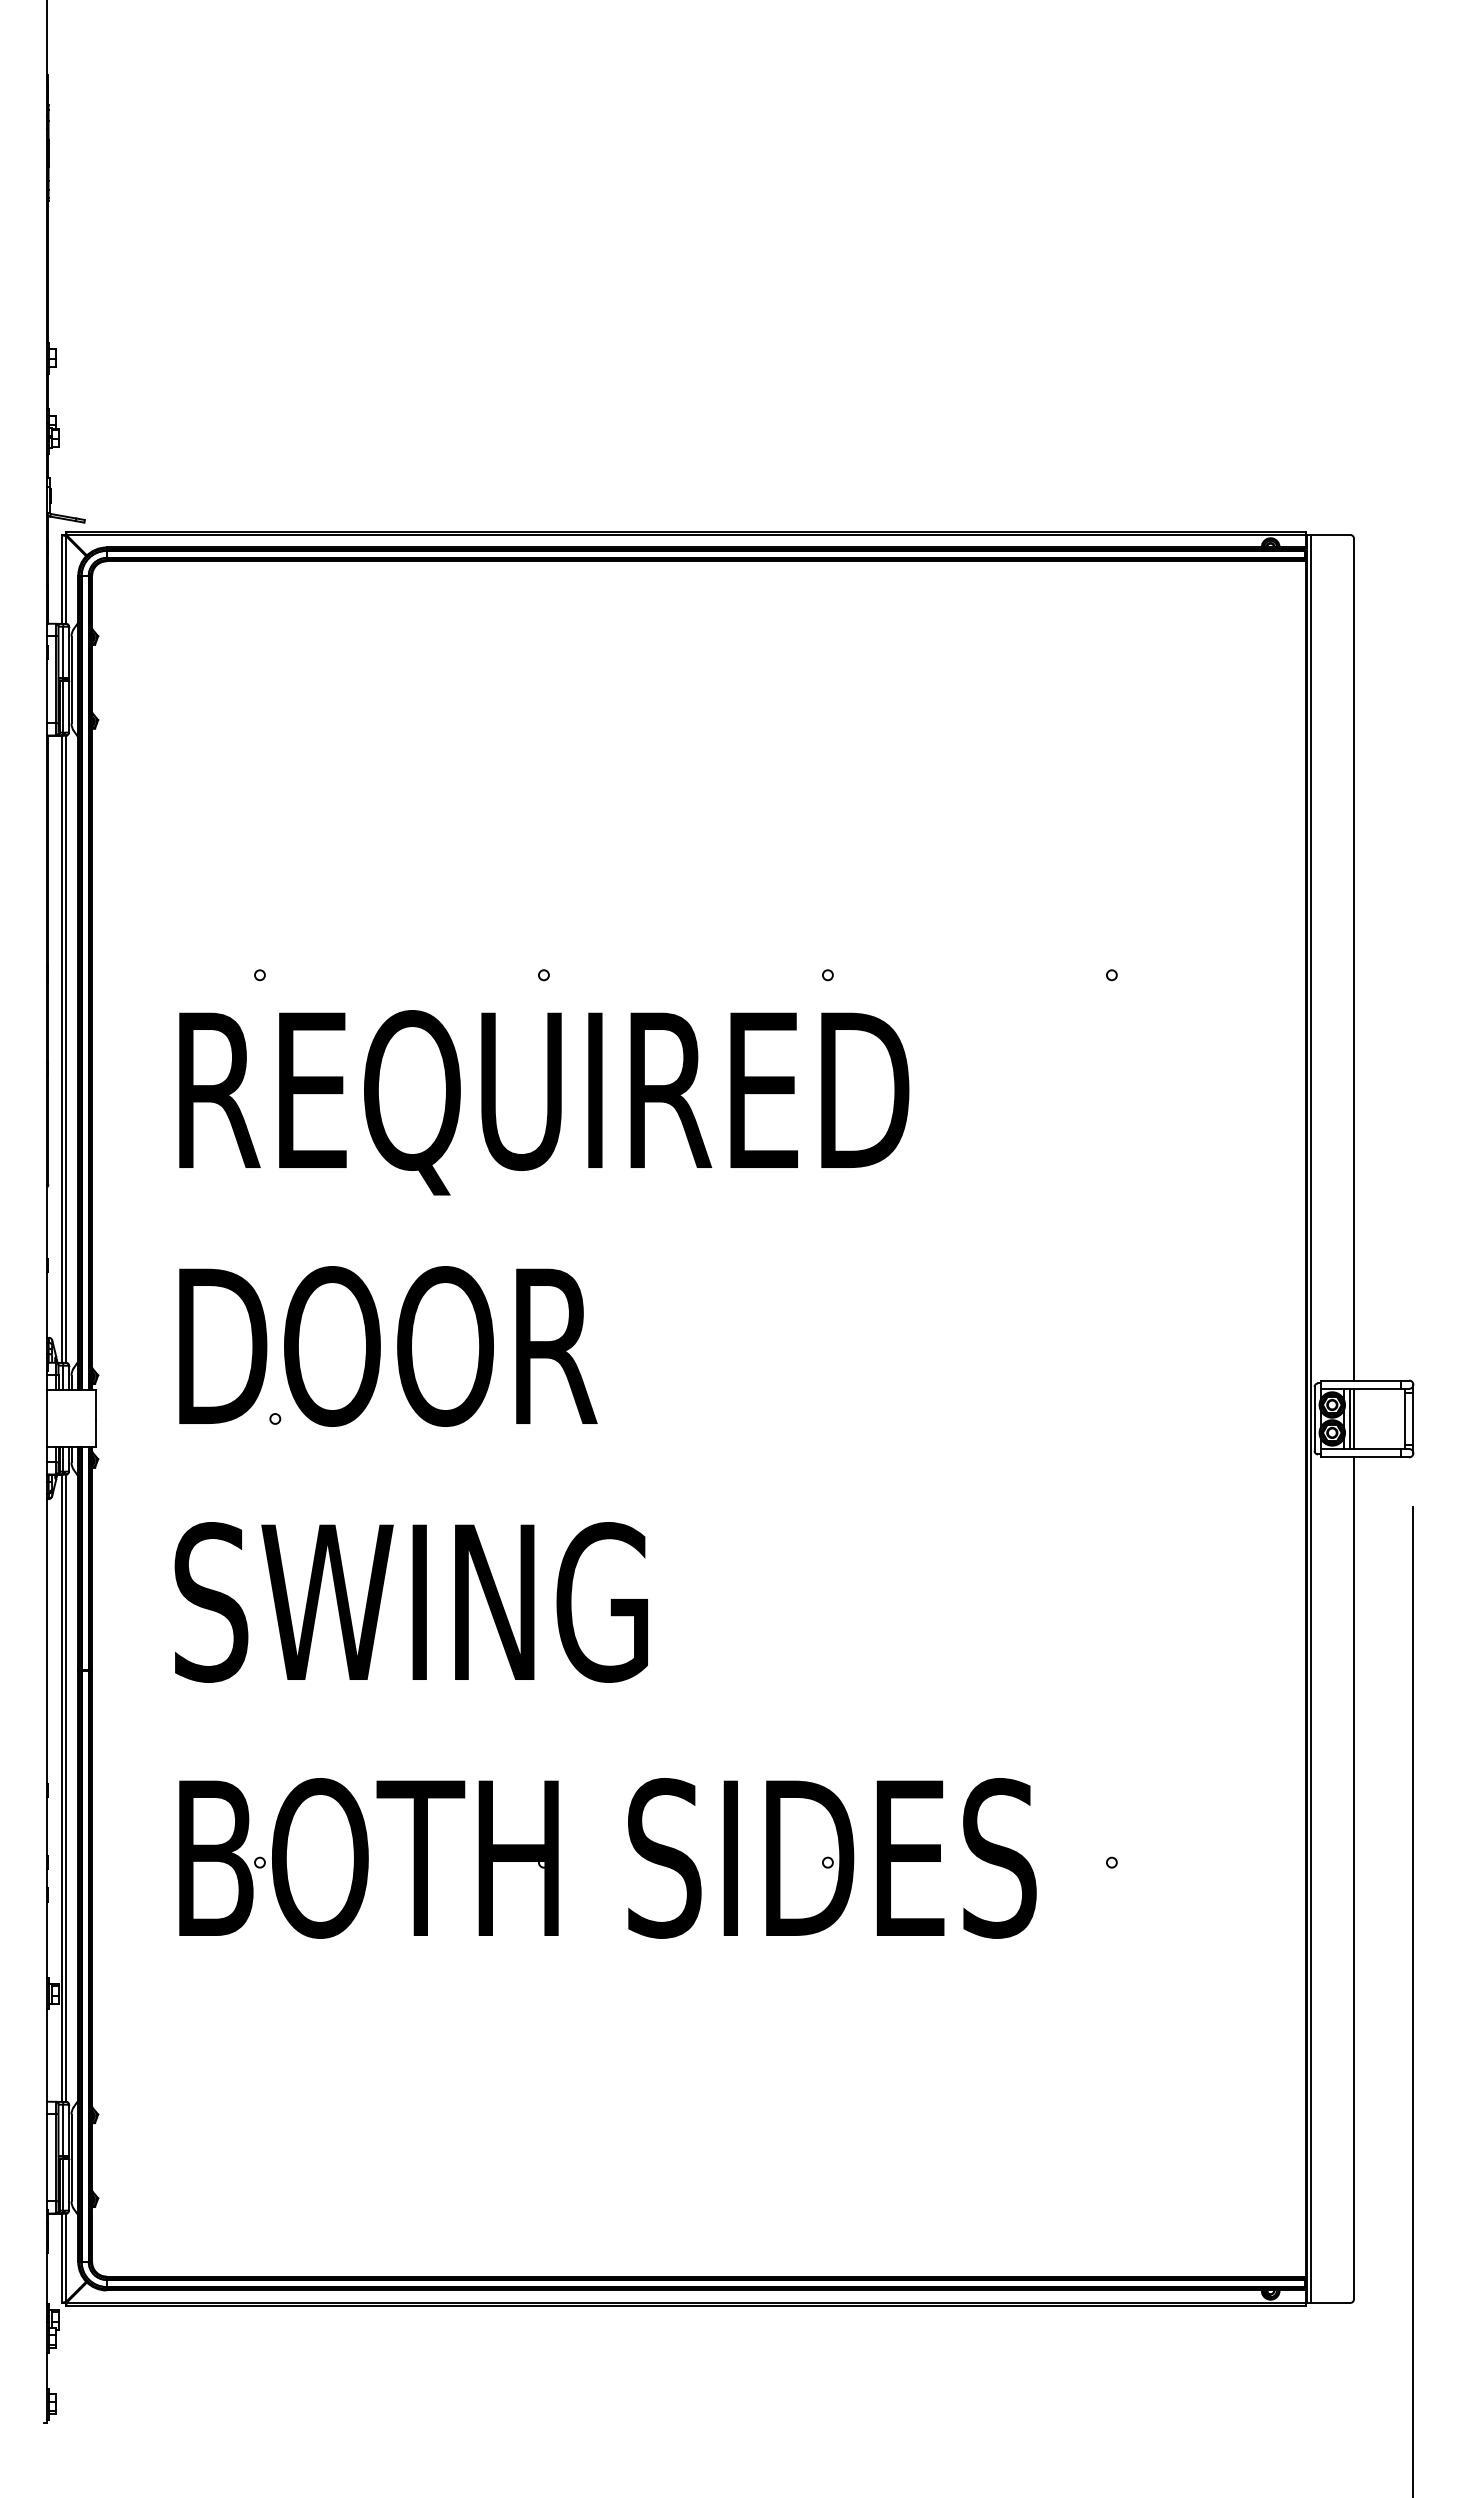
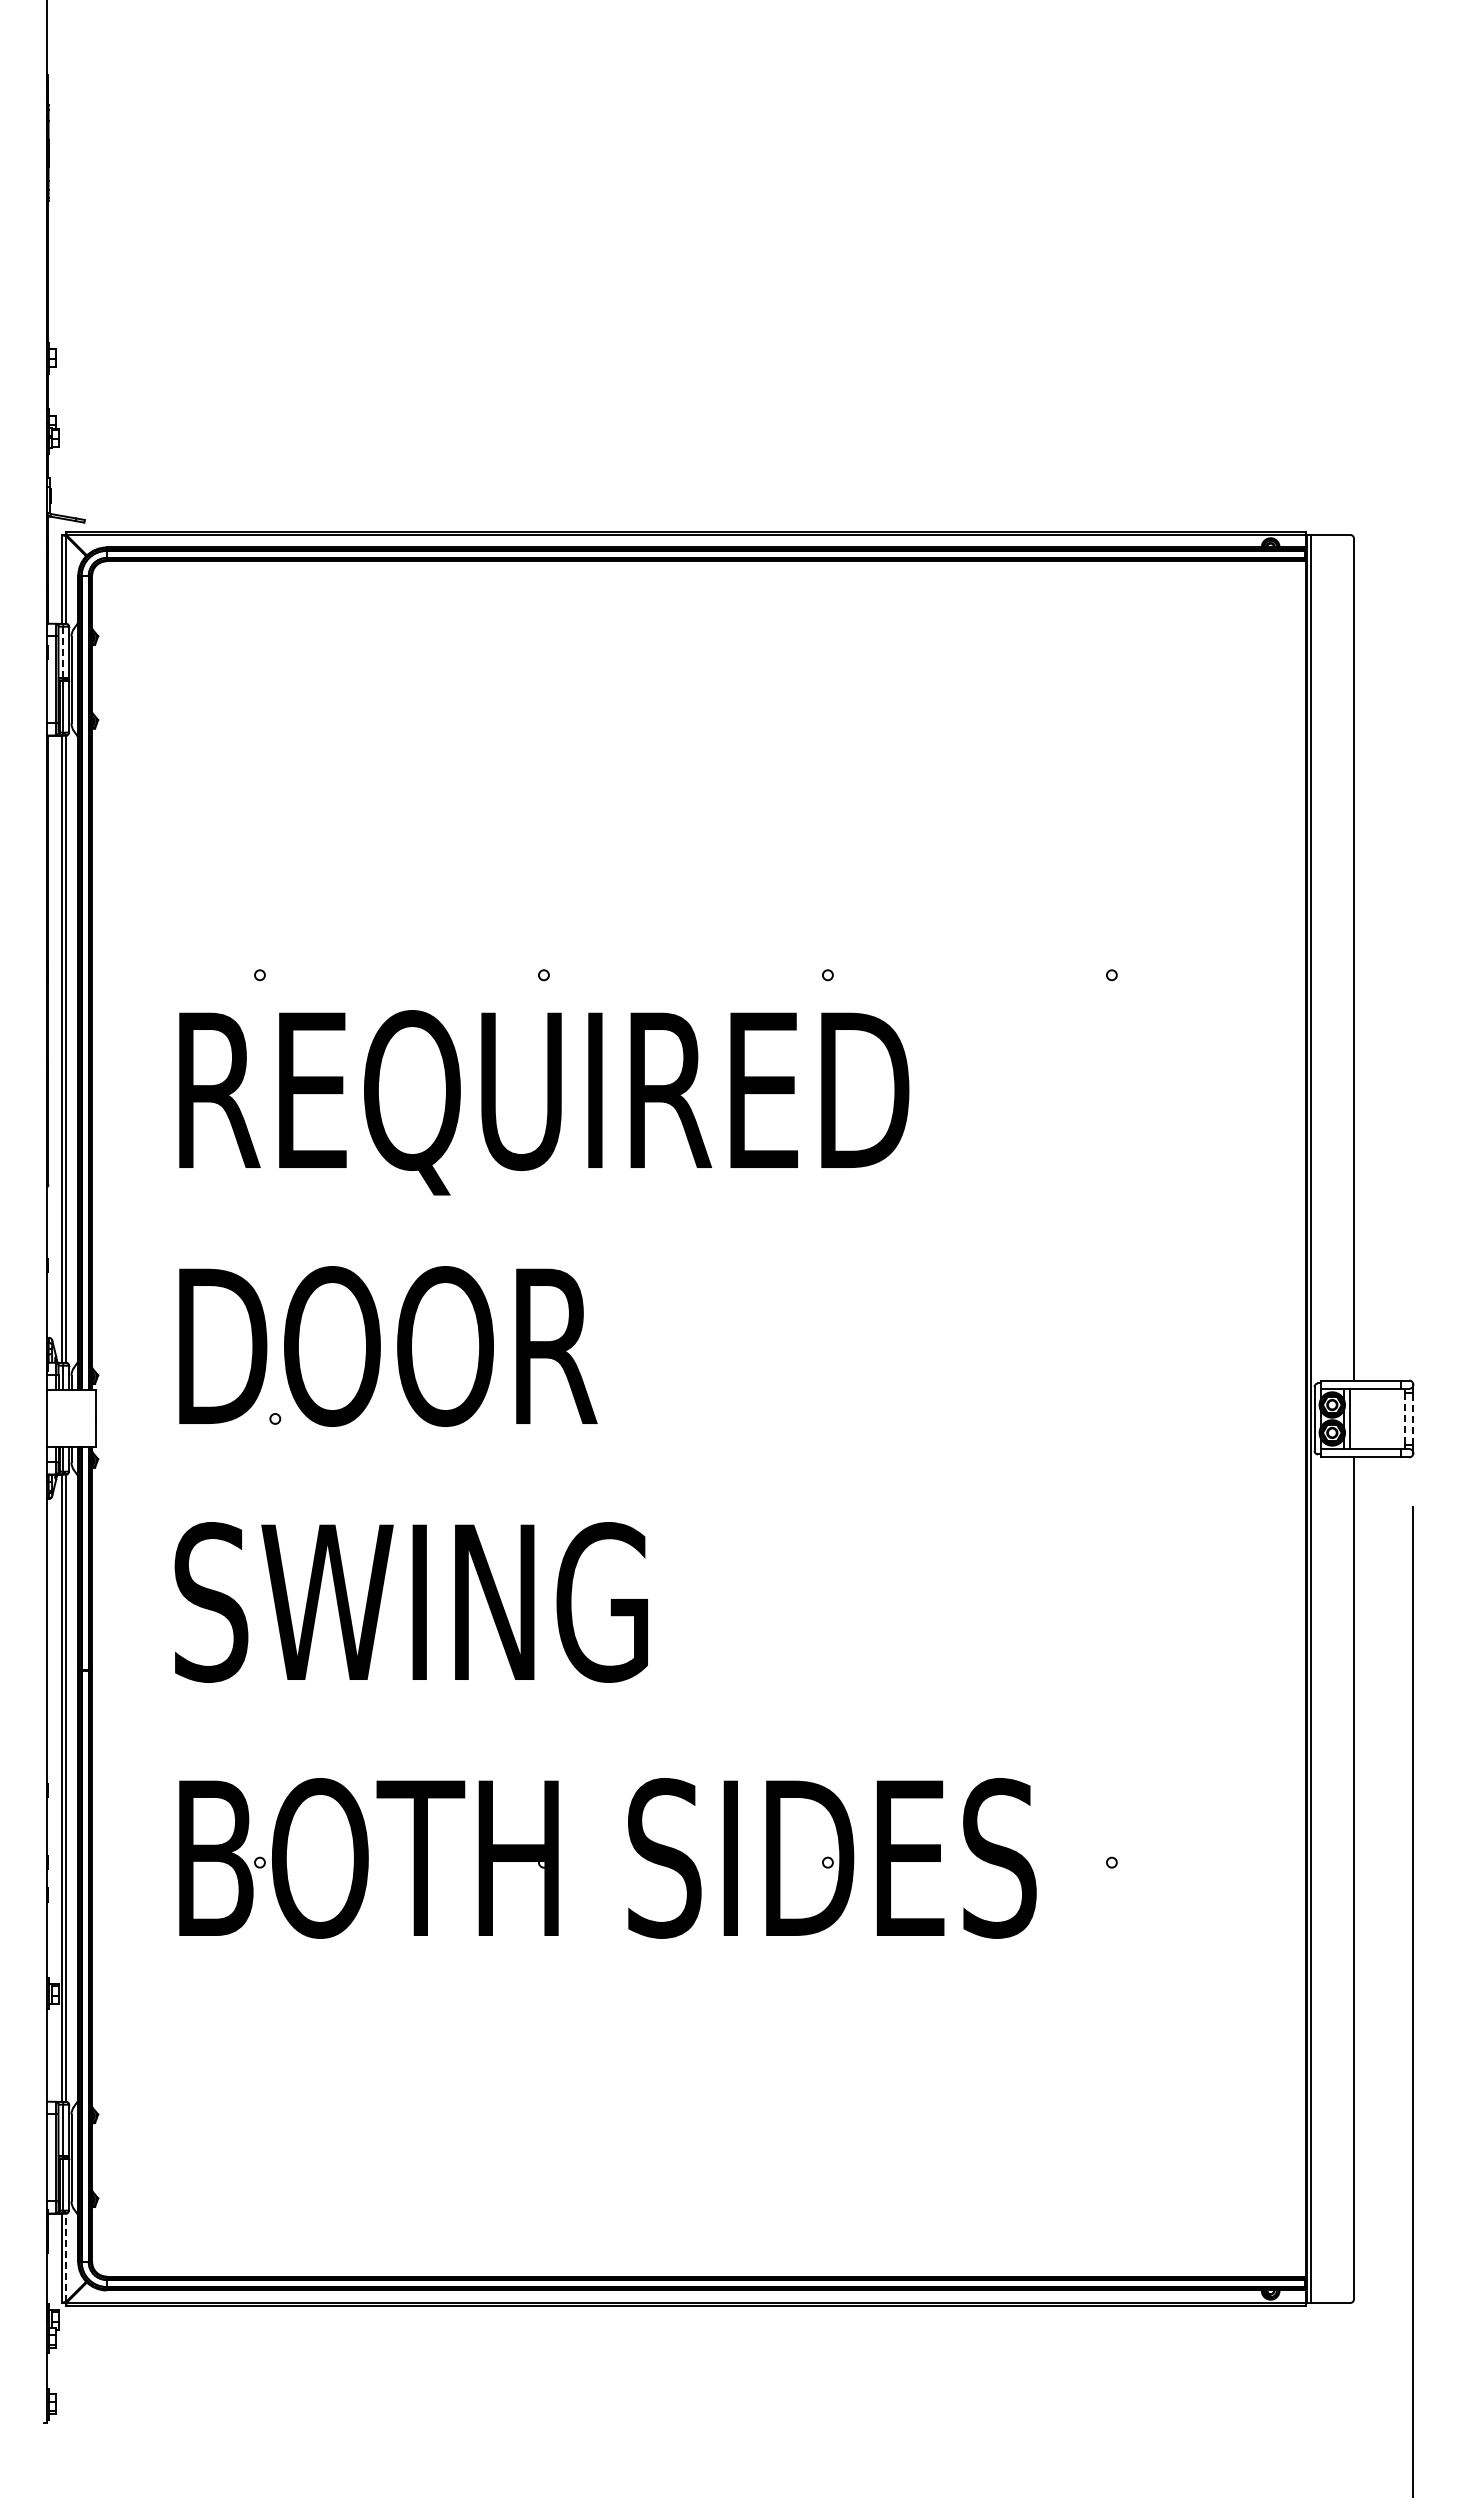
line at (63, 652): solid -> dashed
line at (1353, 1418): present -> none
line at (1404, 1418): solid -> dashed
line at (1413, 1418): solid -> dashed
line at (66, 2257): solid -> dashed
